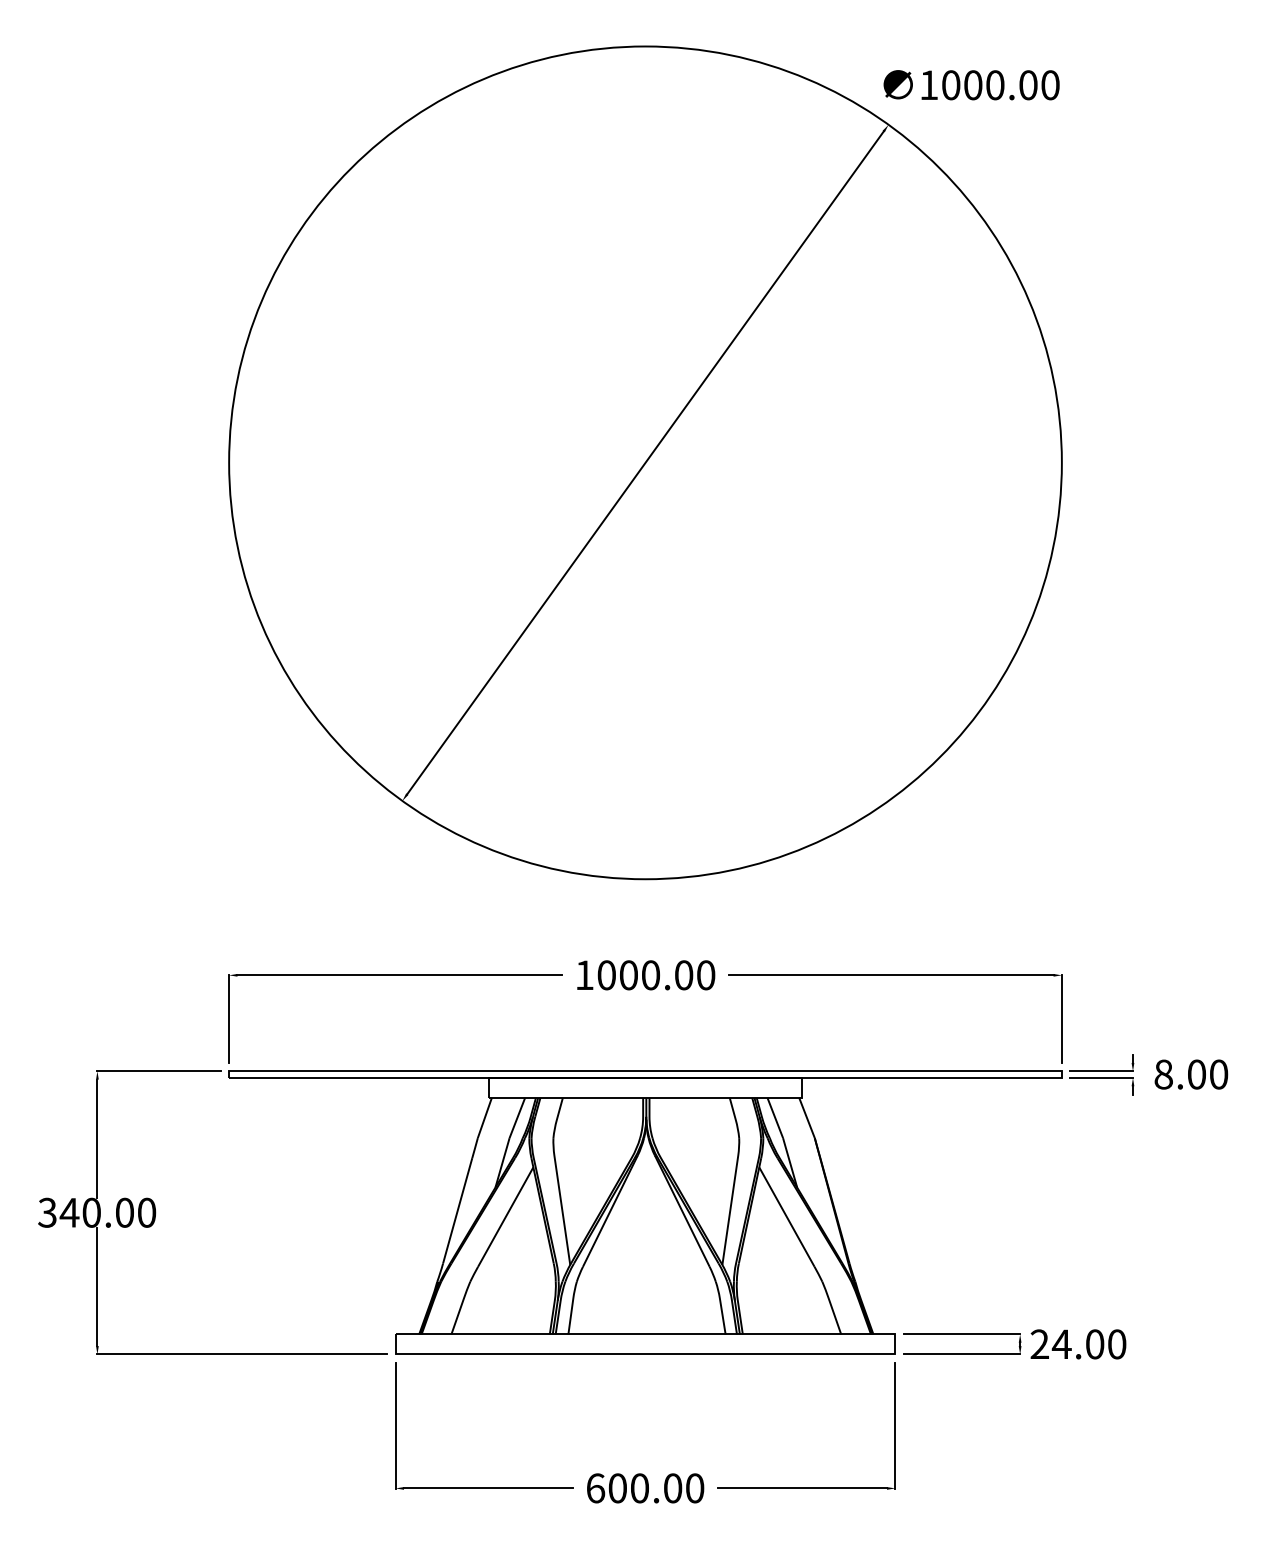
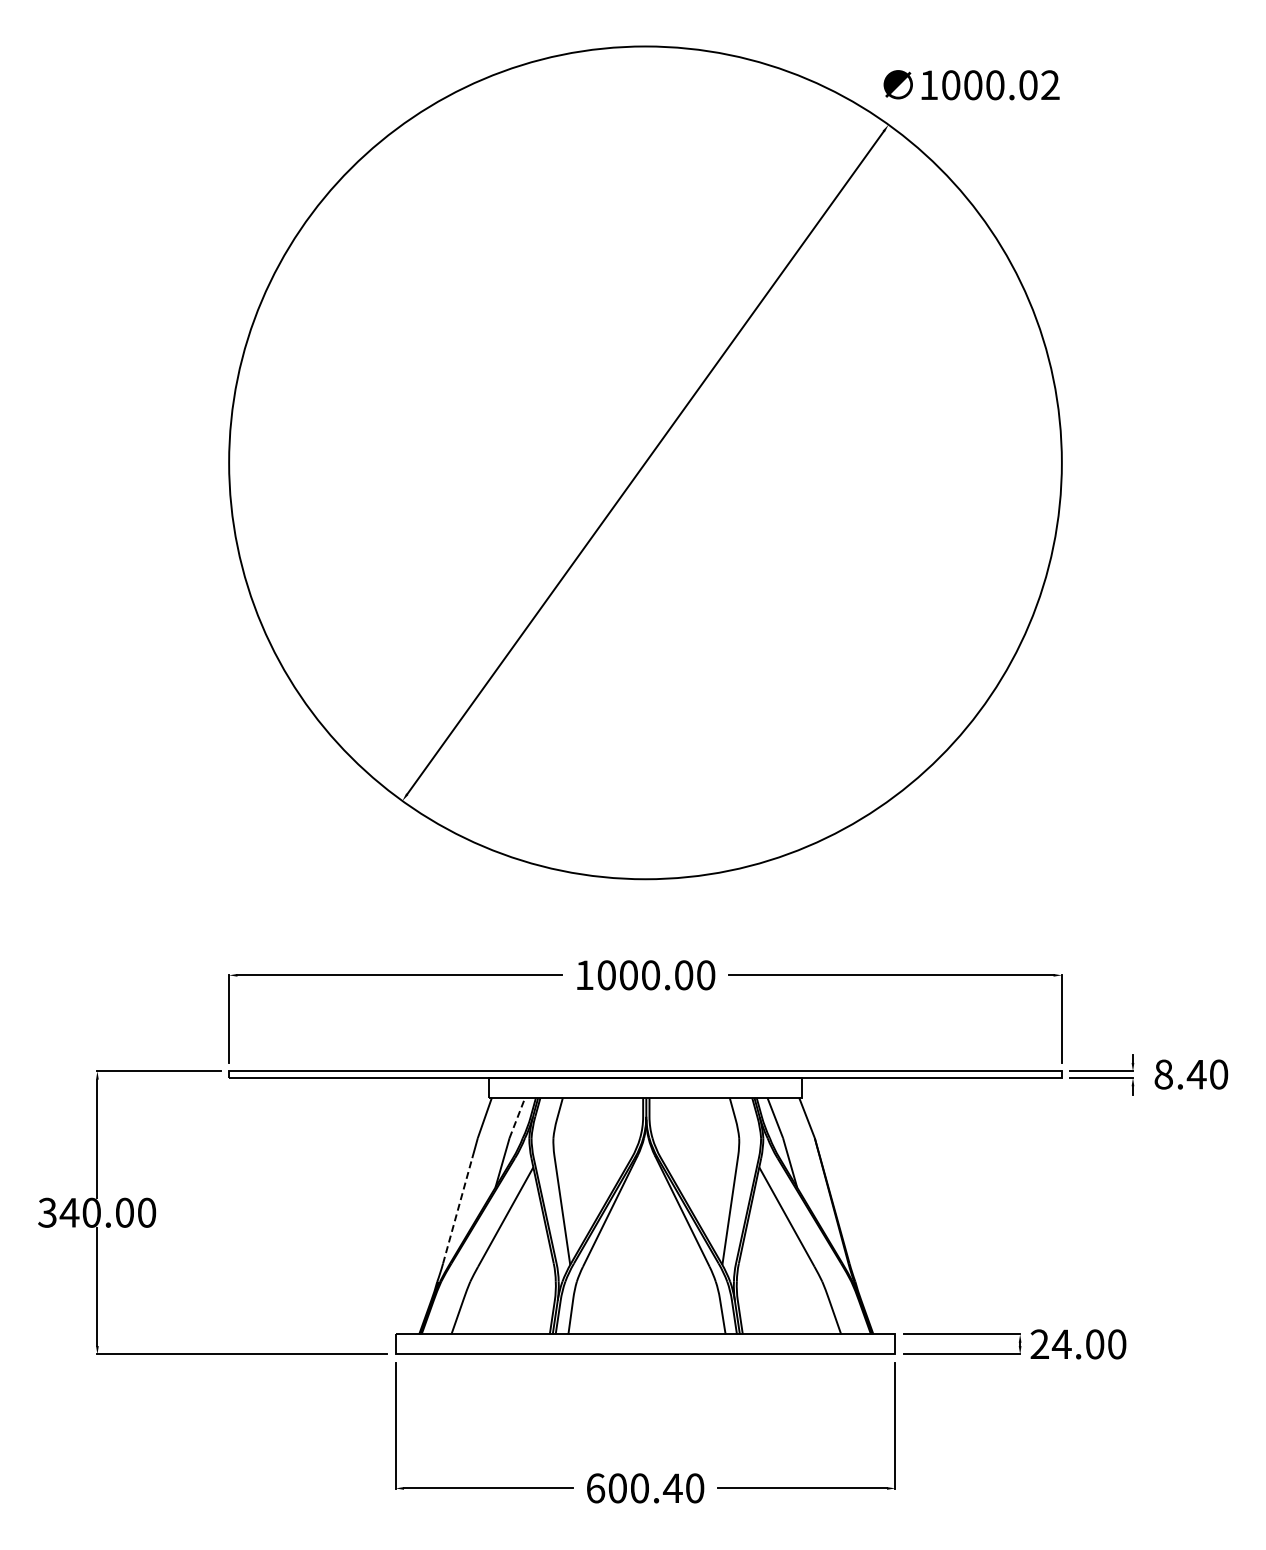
text at (1050, 85): 1000.00 -> 1000.02
text at (1196, 1074): 8.00 -> 8.40
line at (517, 1118): solid -> dashed
line at (457, 1210): solid -> dashed
text at (672, 1488): 600.00 -> 600.40
